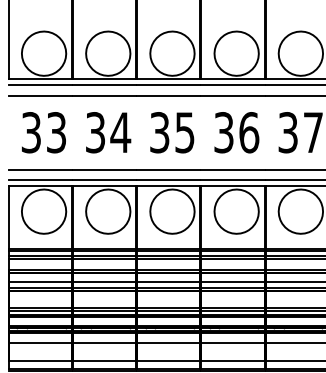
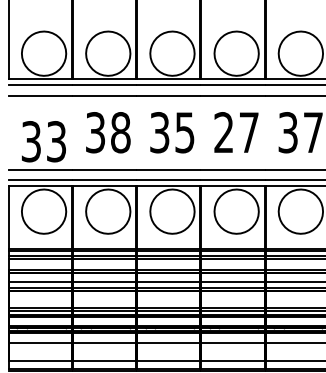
text at (43, 132) position: (43, 132) -> (43, 141)
text at (120, 132): 34 -> 38
text at (236, 132): 36 -> 27
